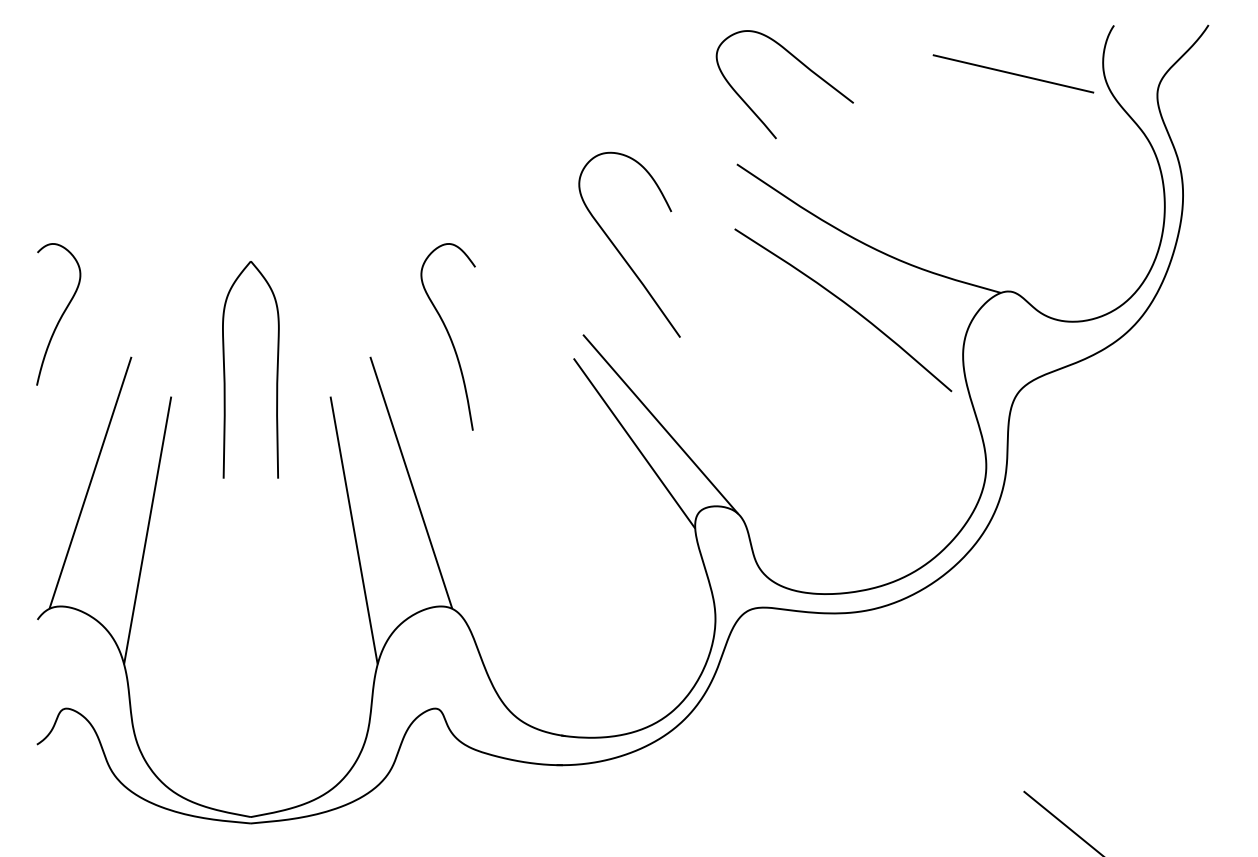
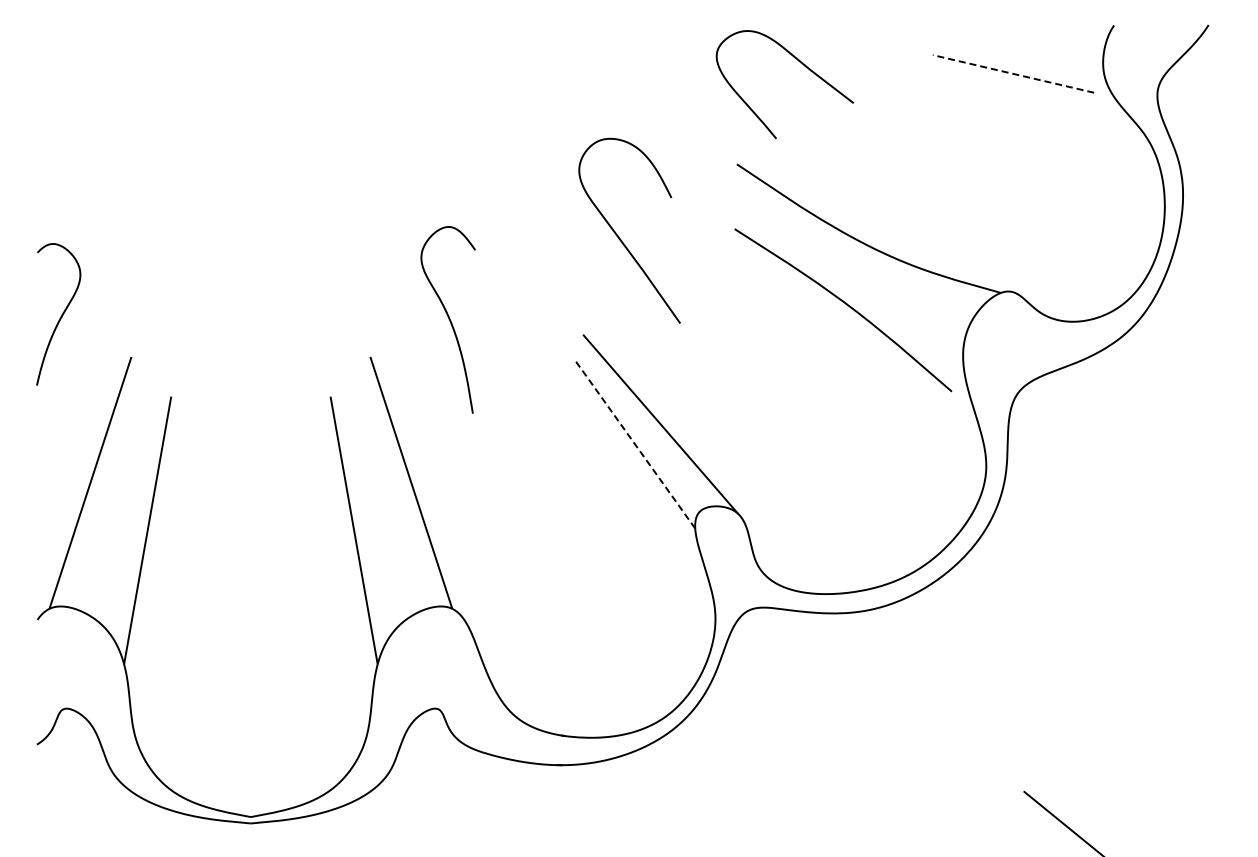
line at (1013, 73): solid -> dashed
curve at (619, 250) position: (619, 250) -> (619, 236)
curve at (448, 336) position: (448, 336) -> (448, 319)
part at (225, 370): present -> none
line at (634, 443): solid -> dashed
